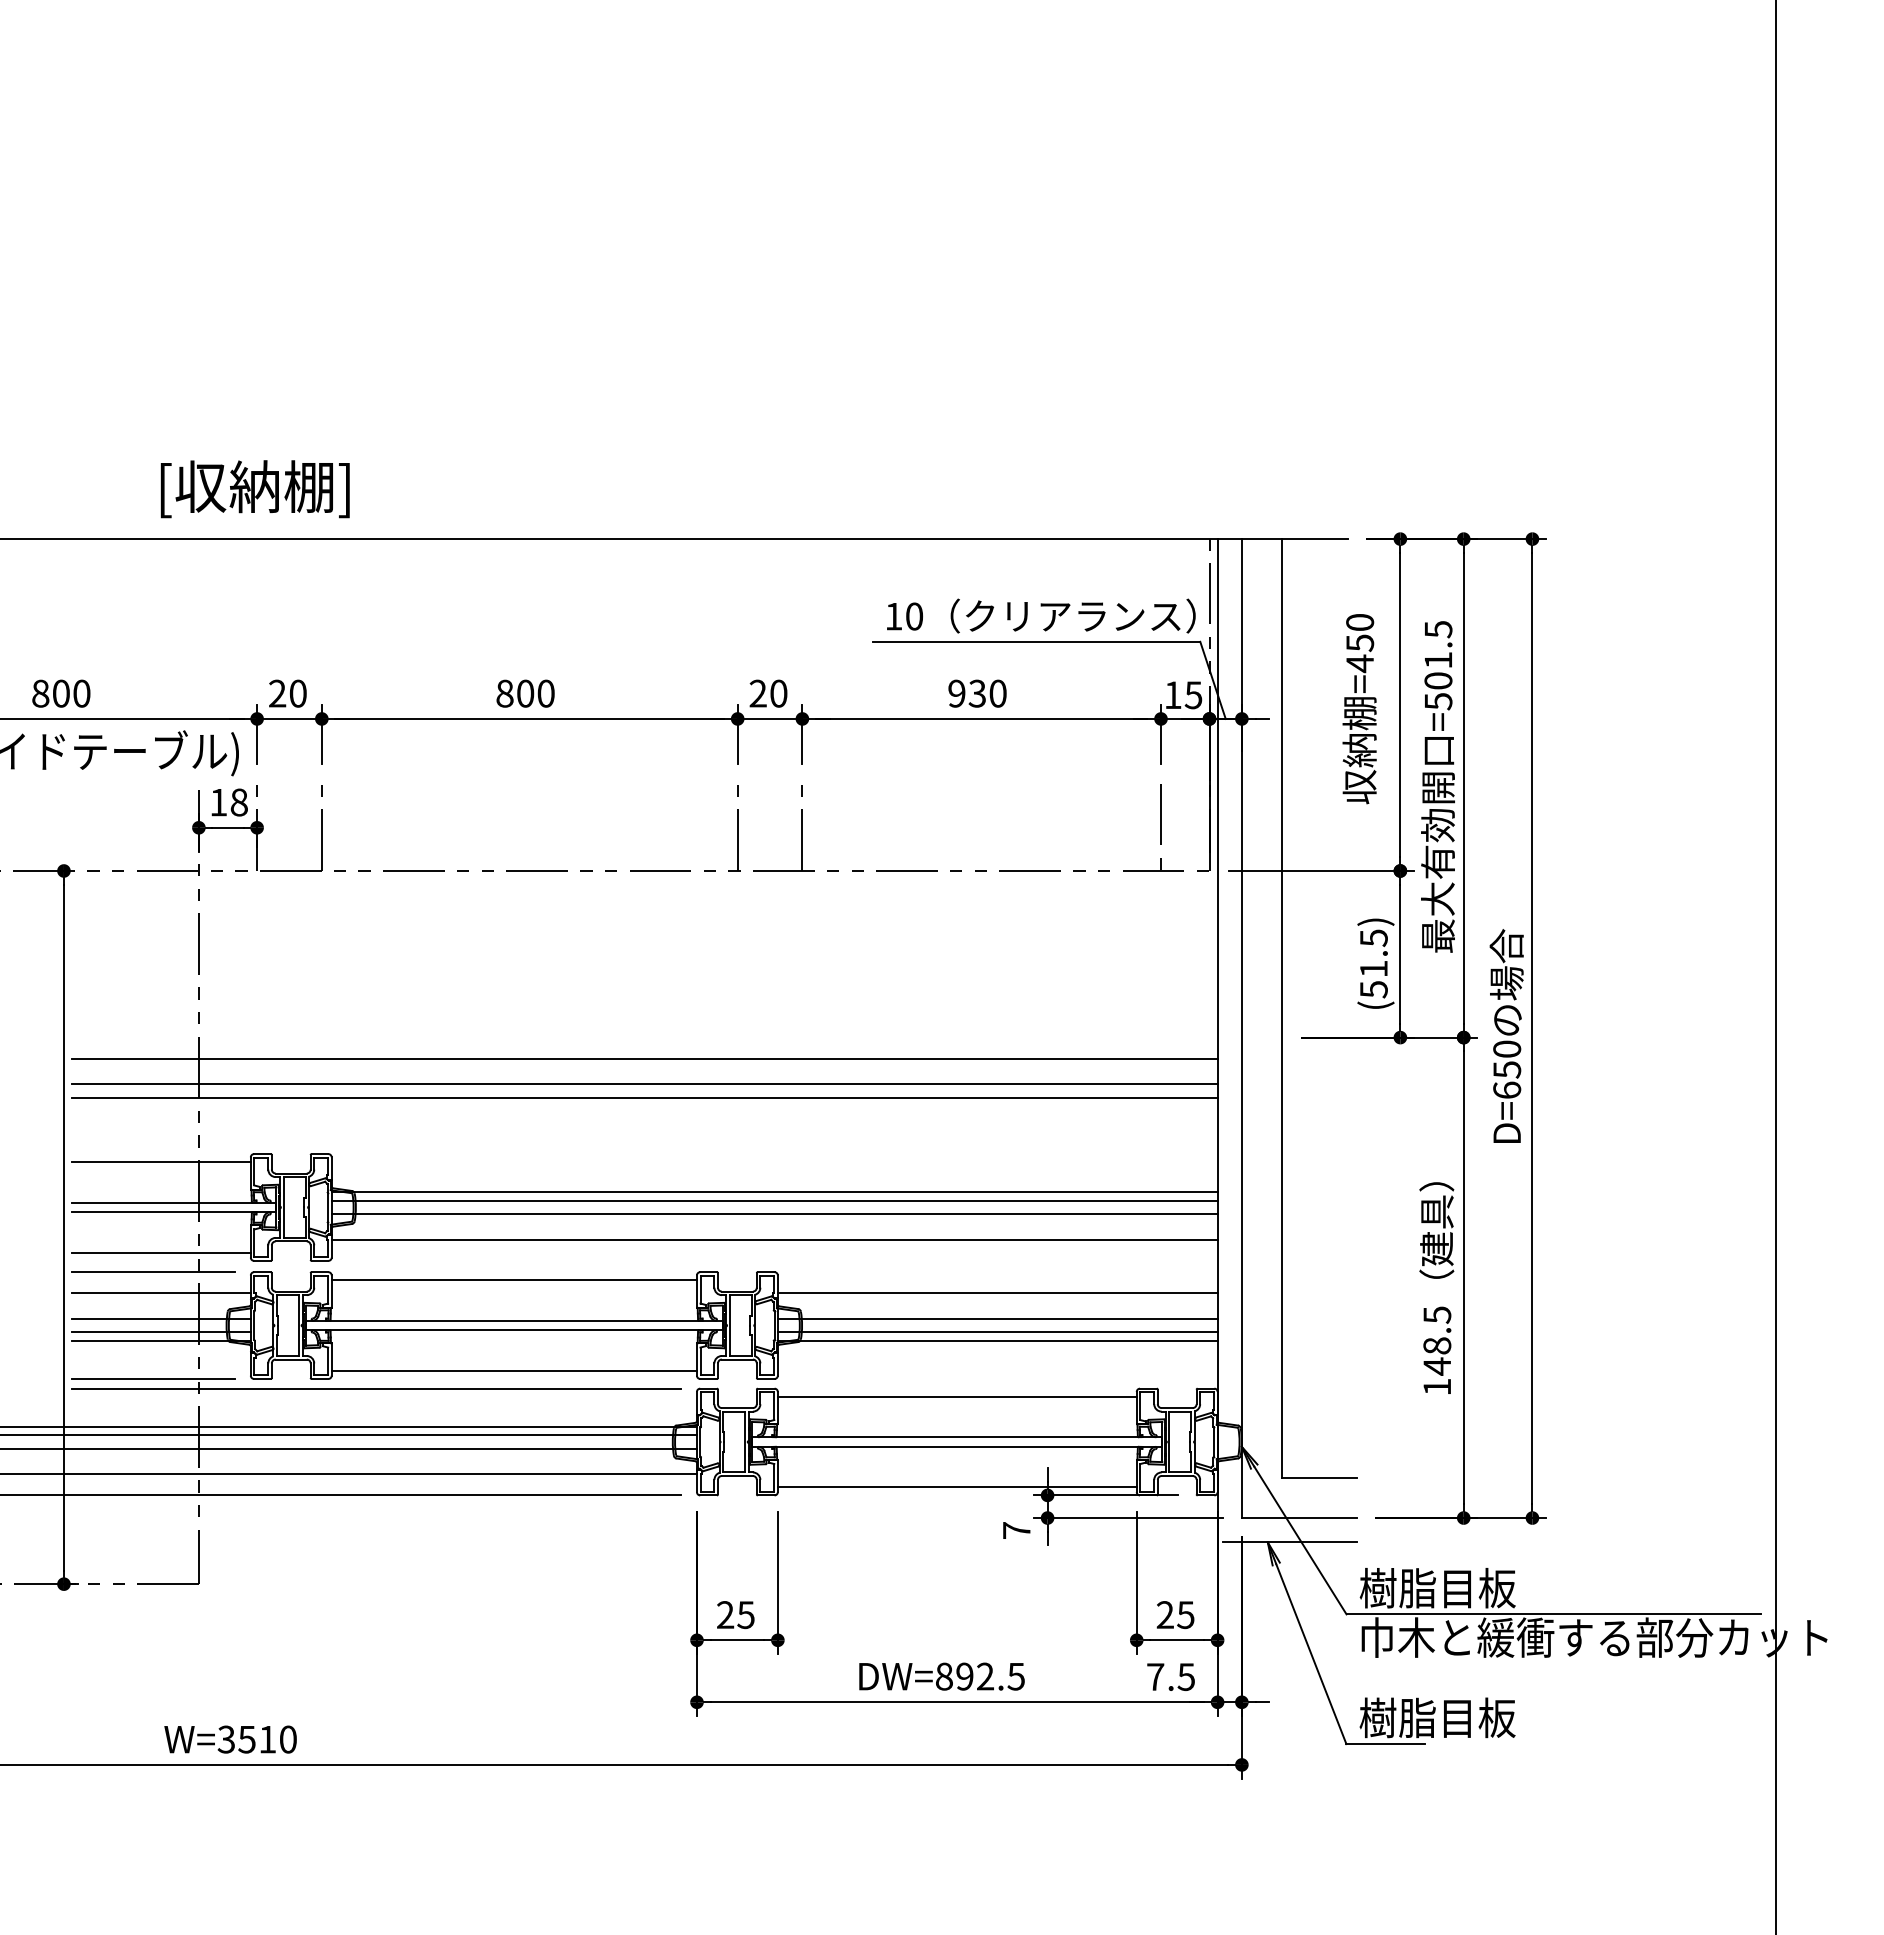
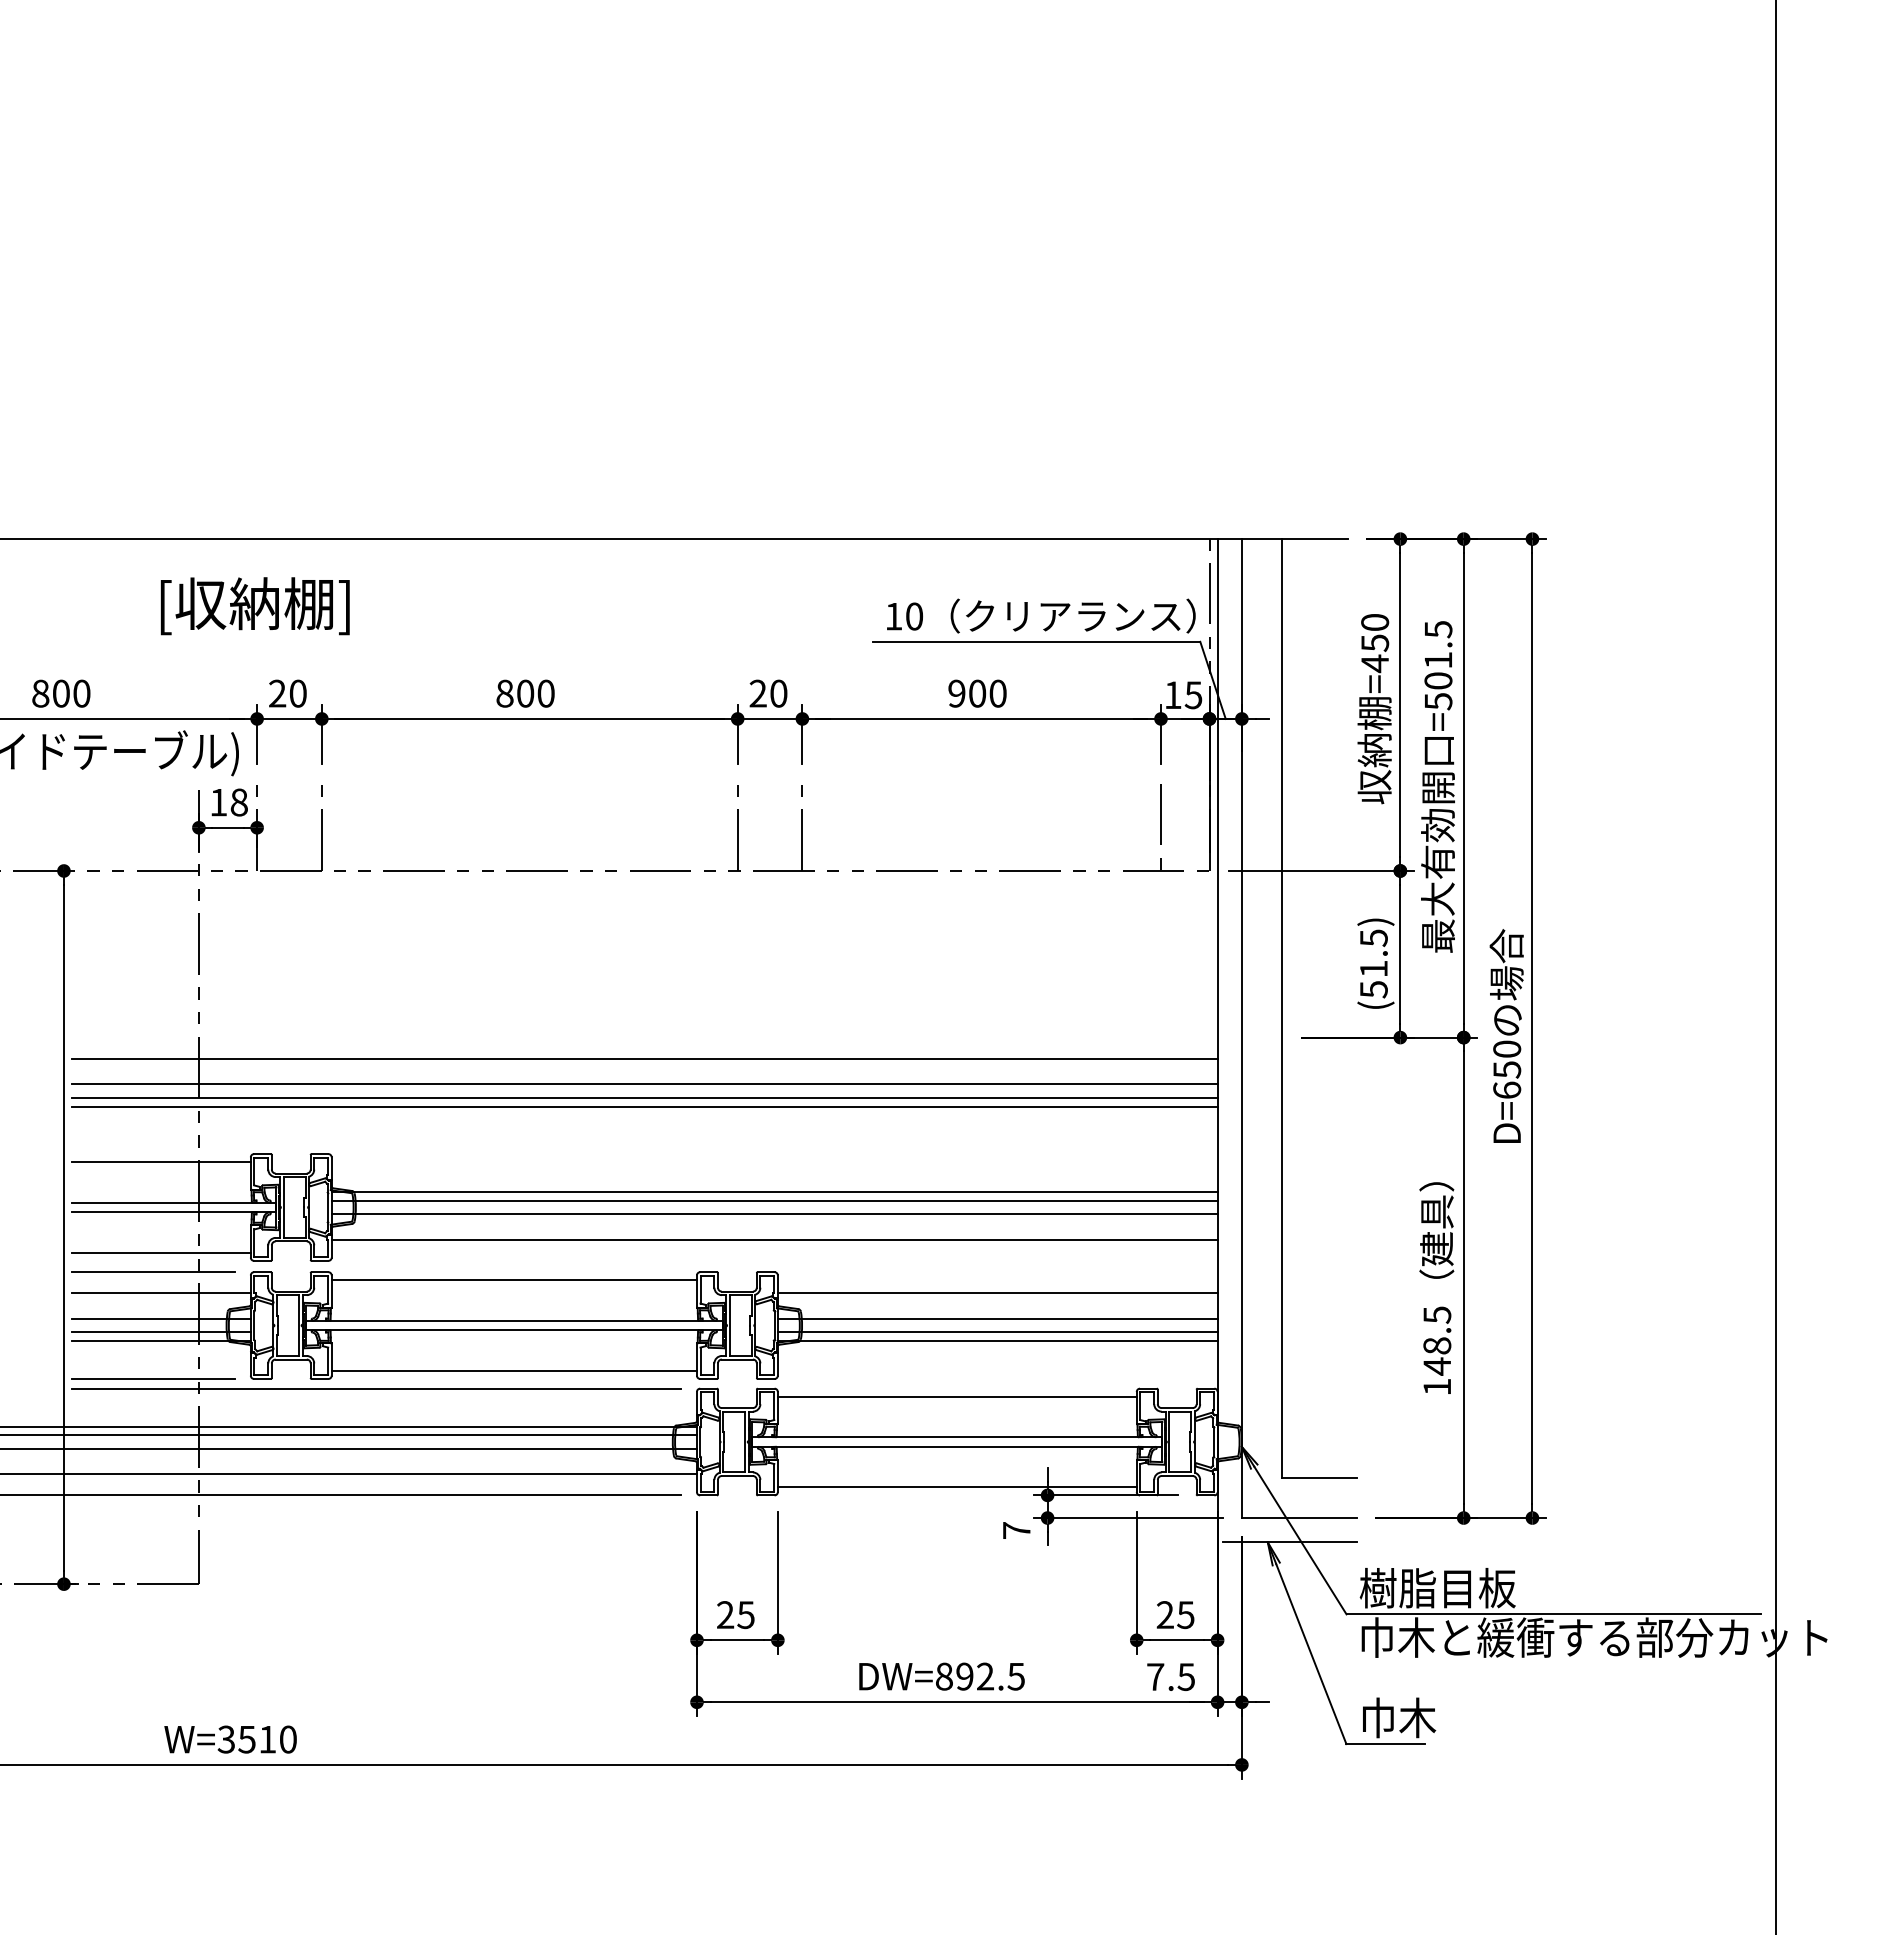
text at (254, 489) position: (254, 489) -> (254, 606)
text at (977, 693): 930 -> 900
text at (1359, 709) position: (1359, 709) -> (1374, 709)
line at (644, 1106): none -> present
text at (1437, 1717): 樹脂目板 -> 巾木
